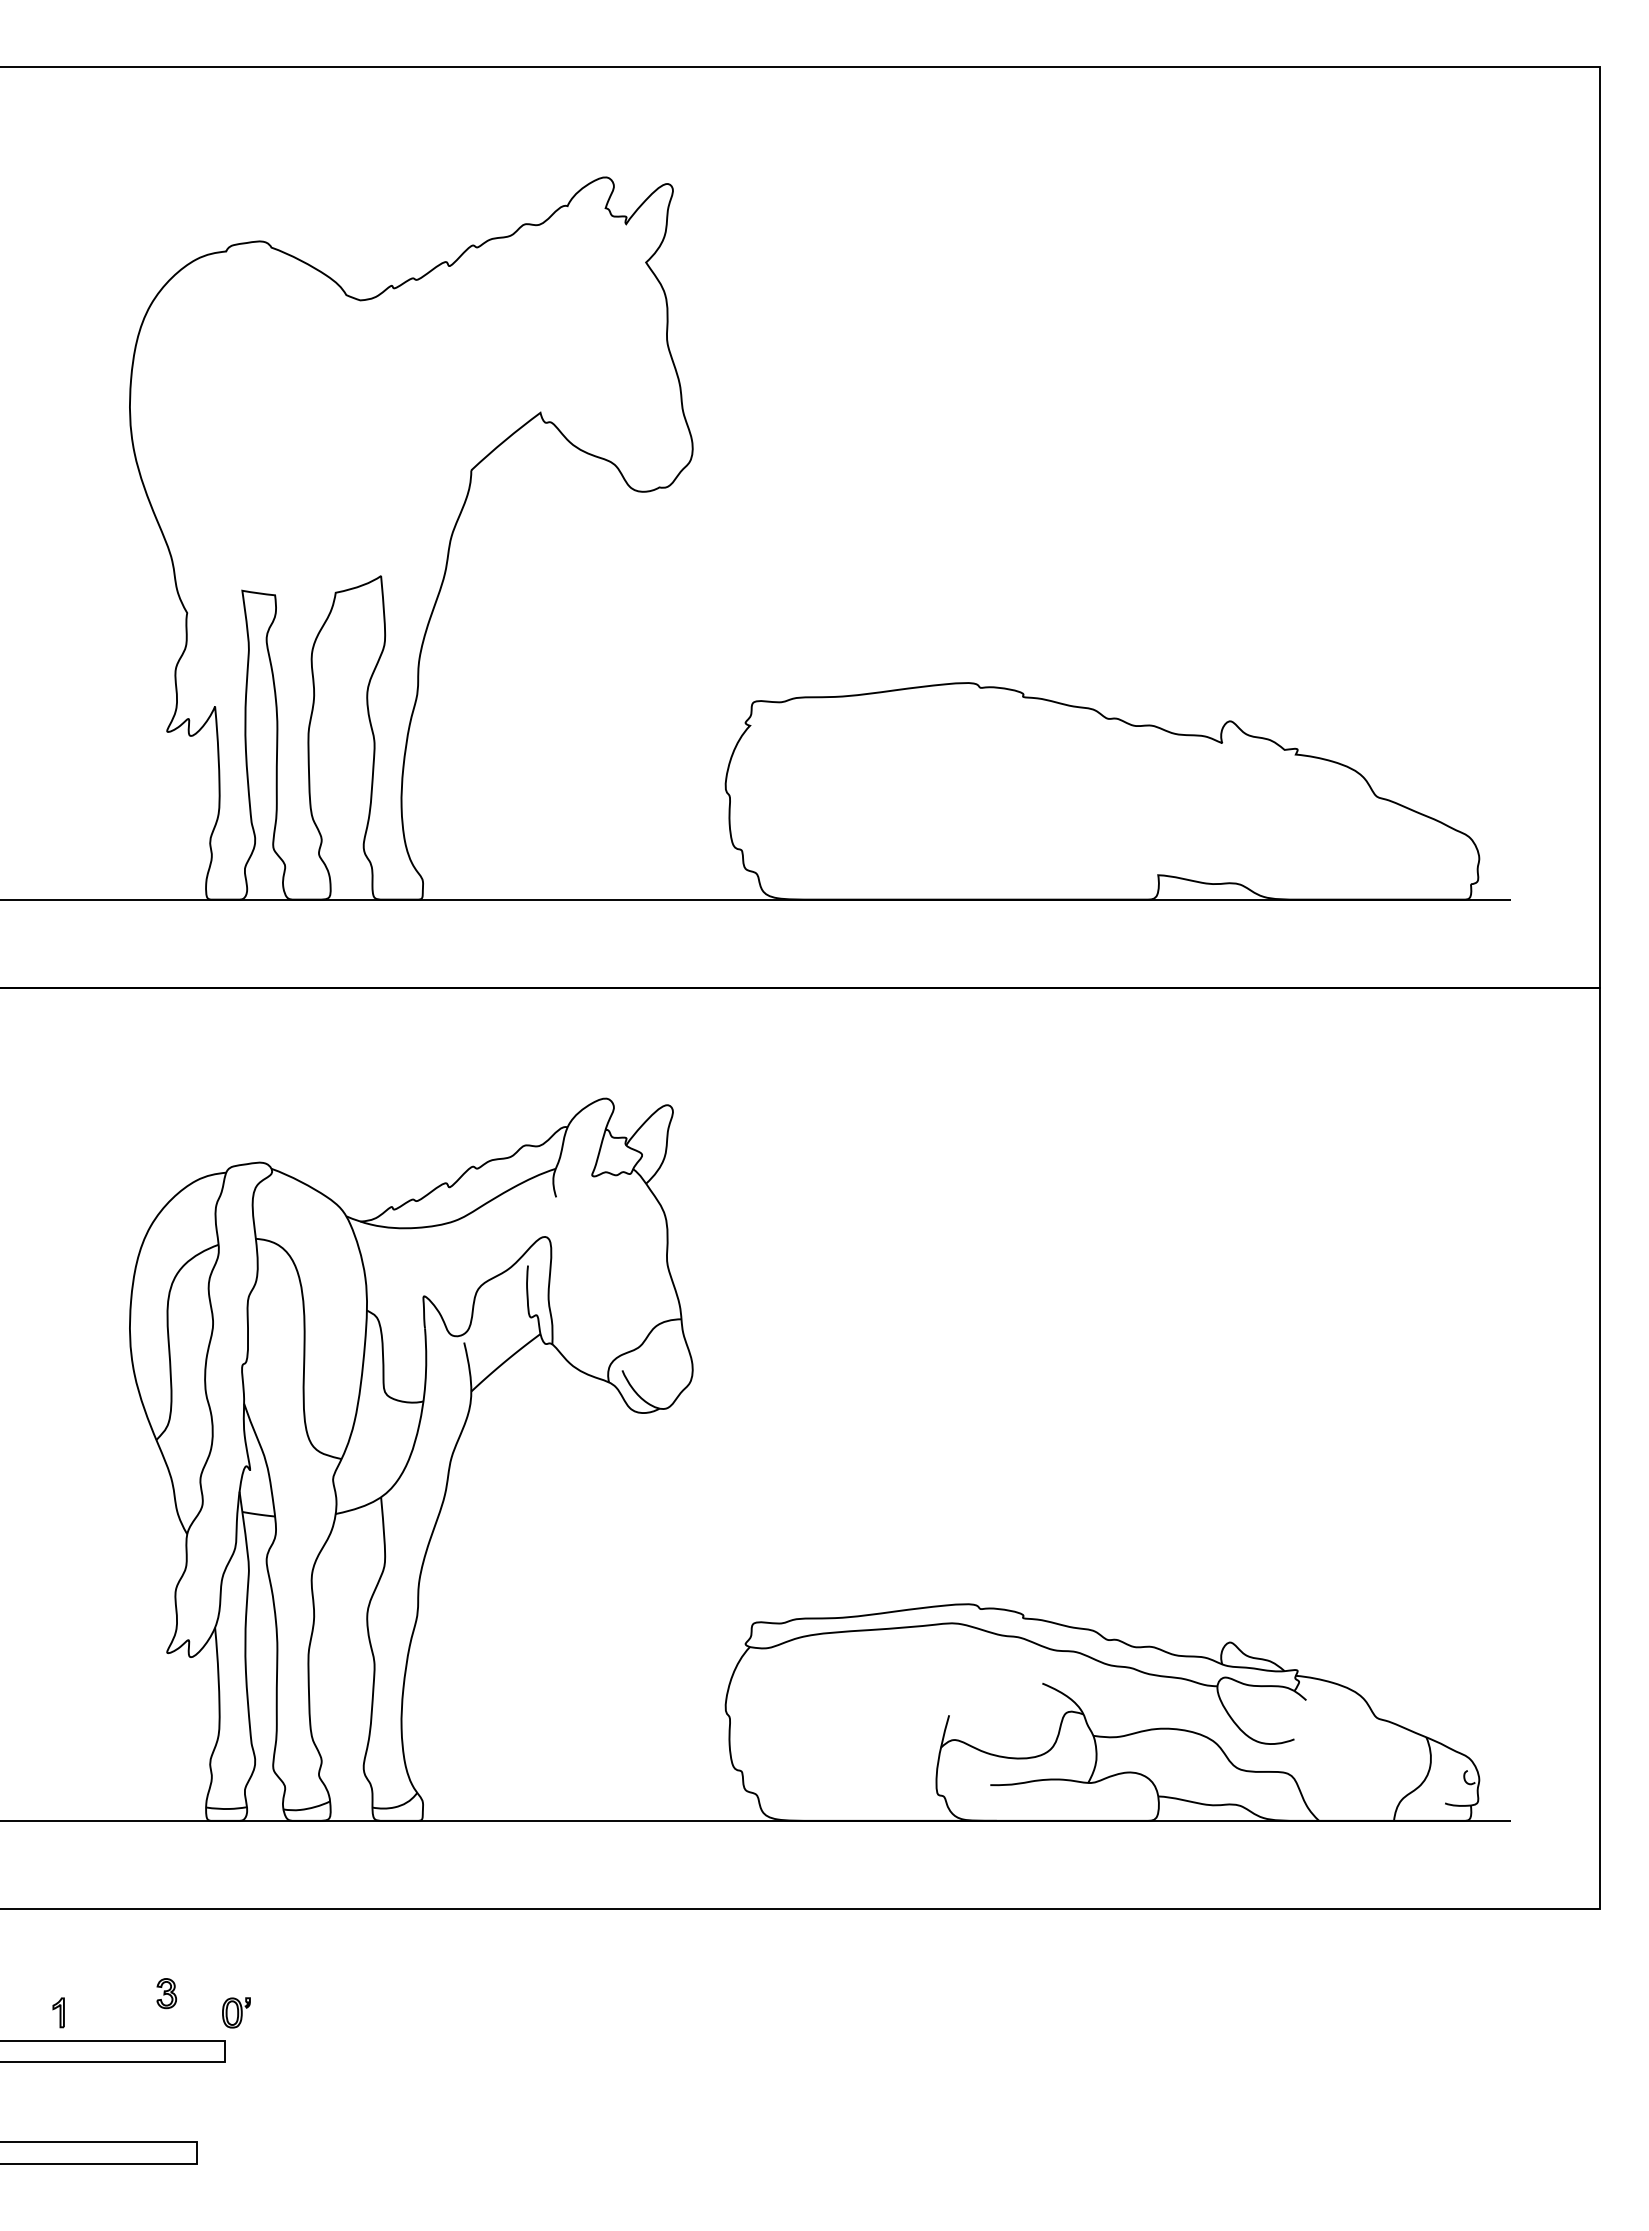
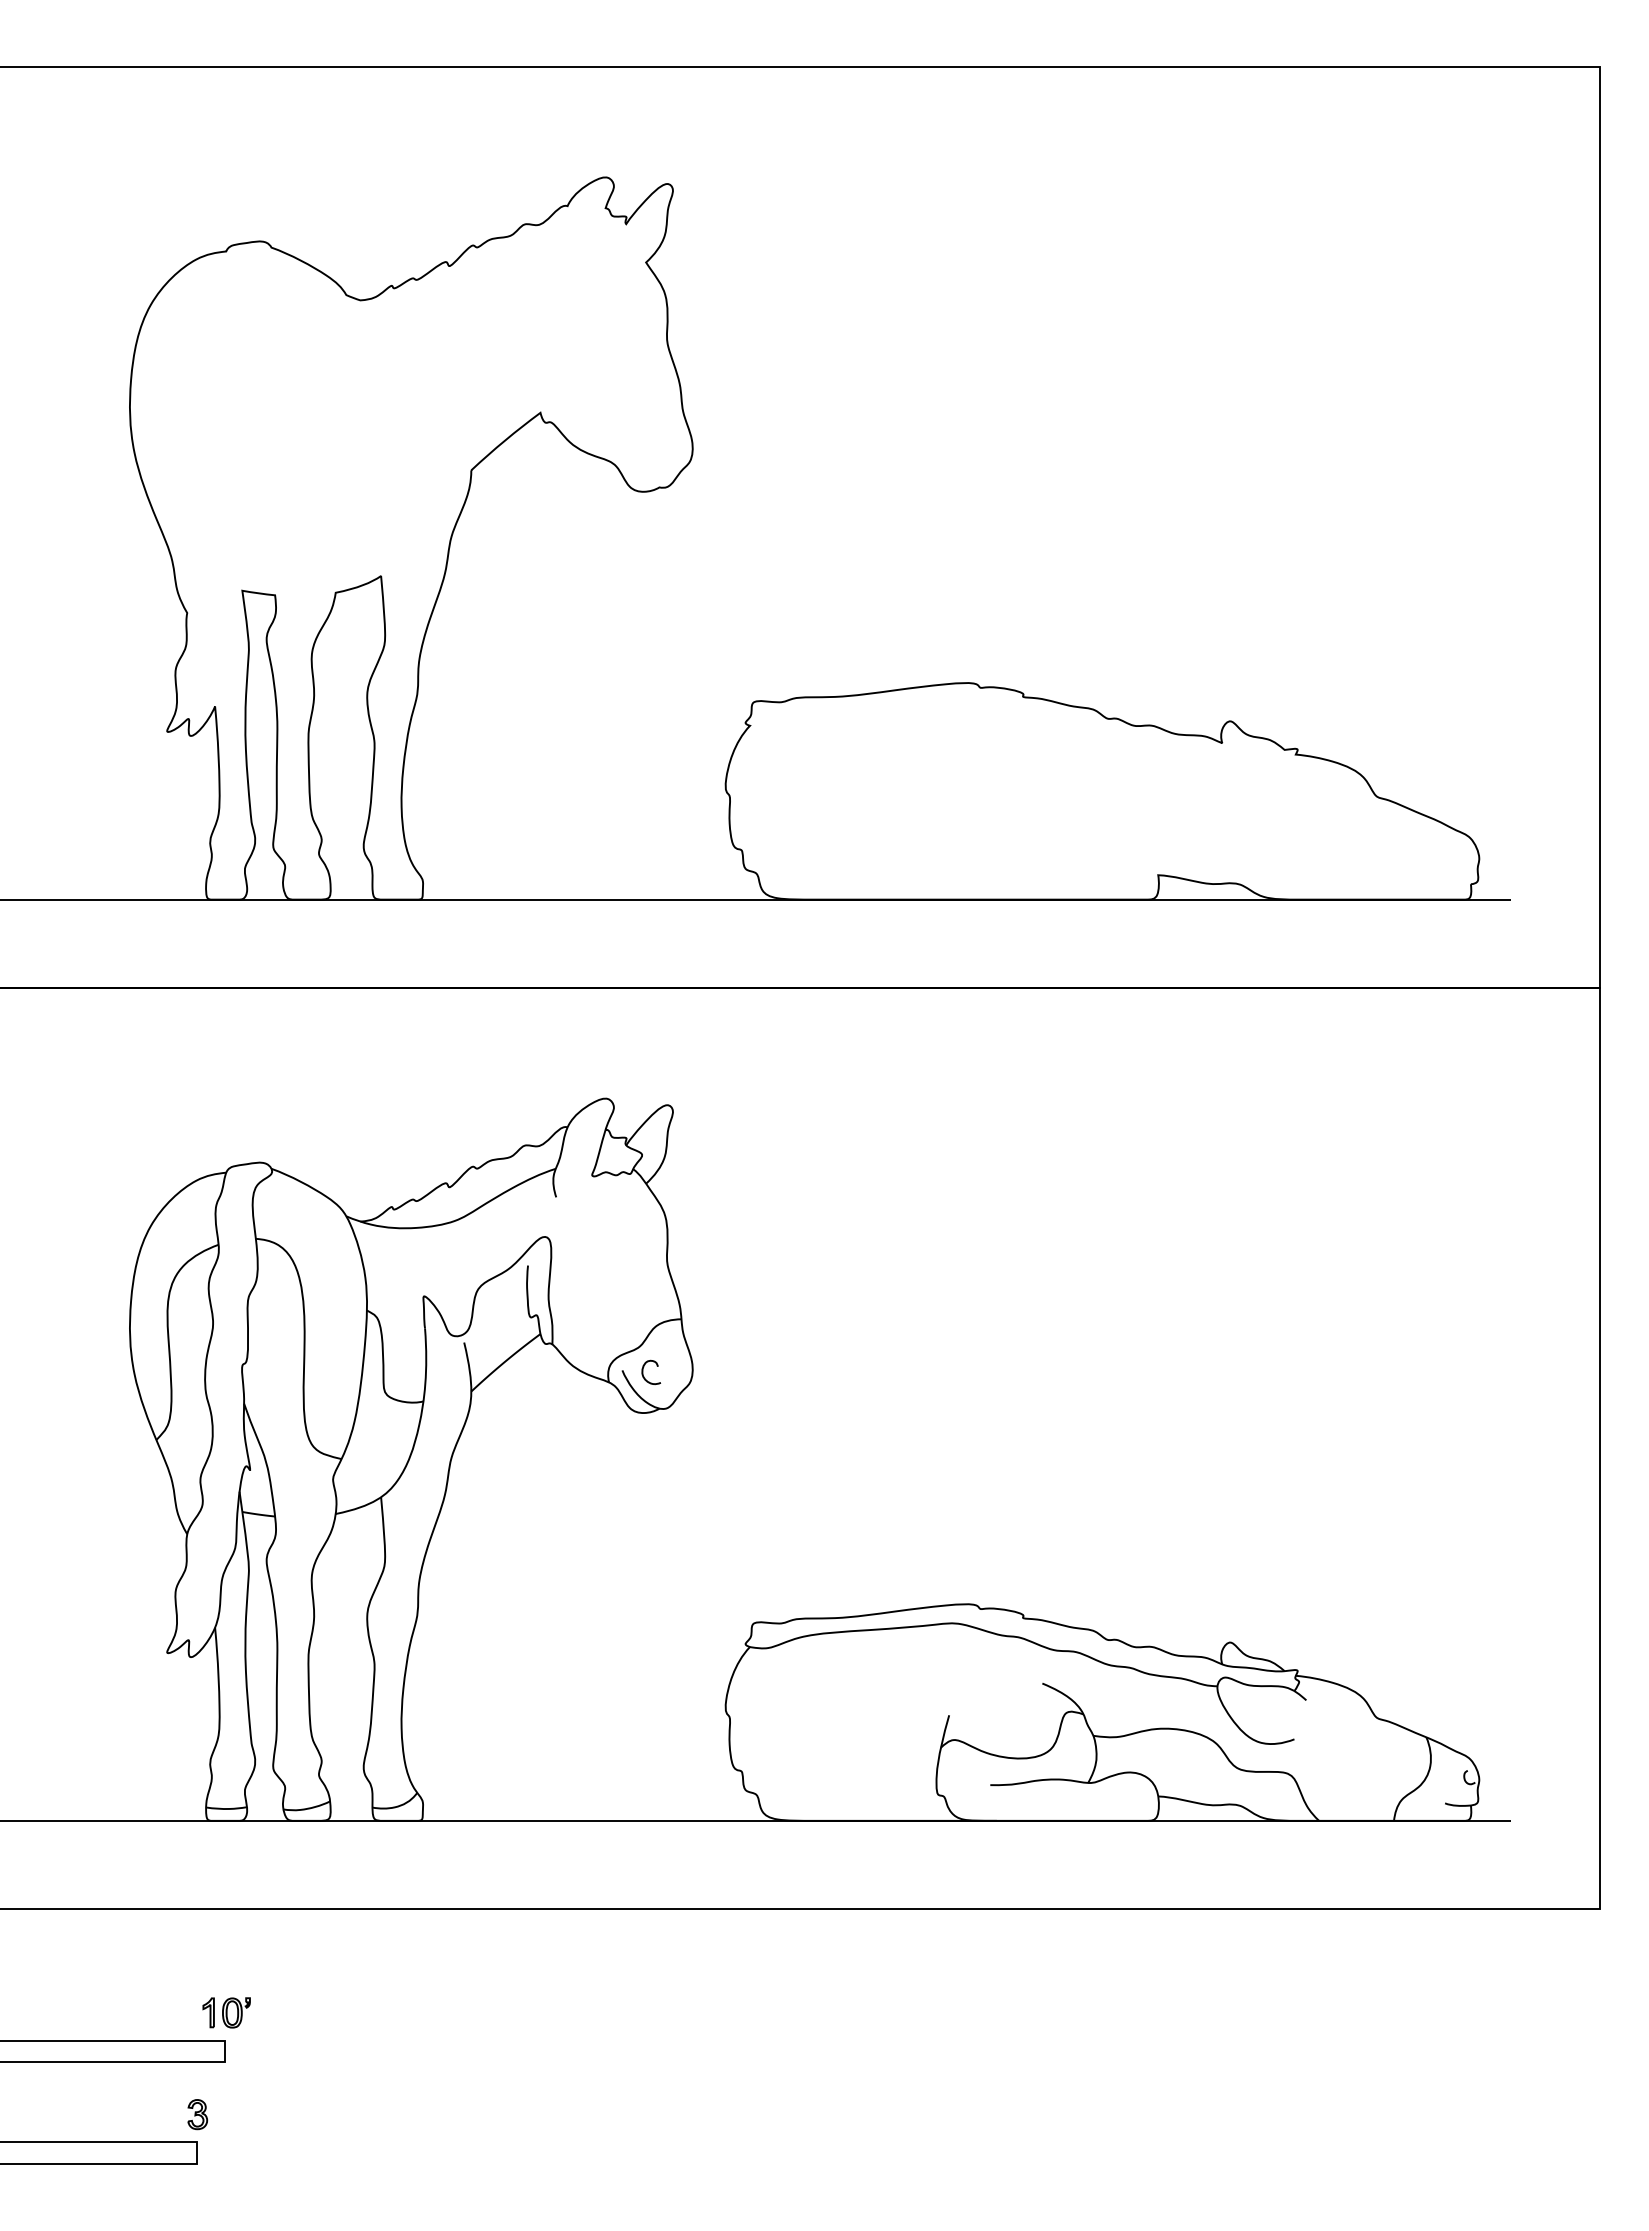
curve at (643, 1372): none -> present
part at (166, 1993) position: (166, 1993) -> (197, 2114)
part at (58, 2012) position: (58, 2012) -> (208, 2012)
